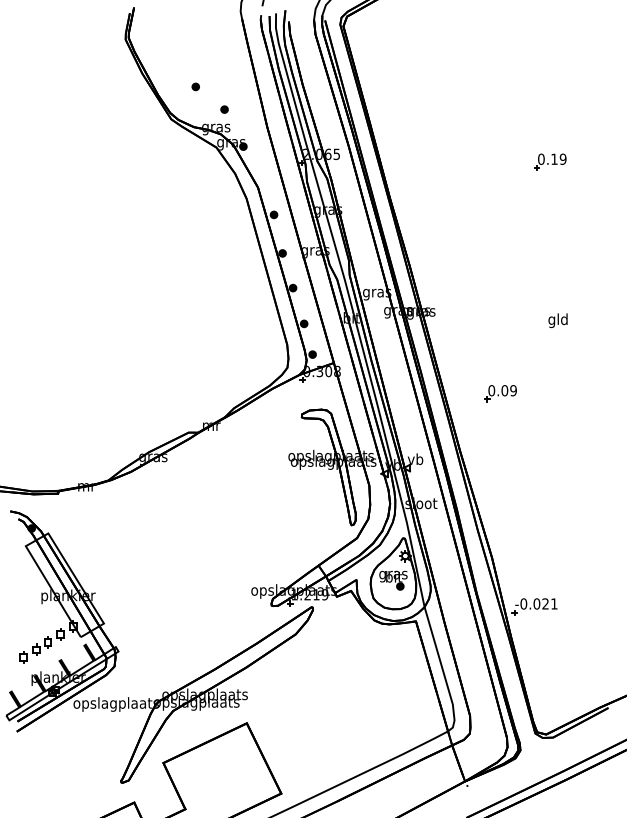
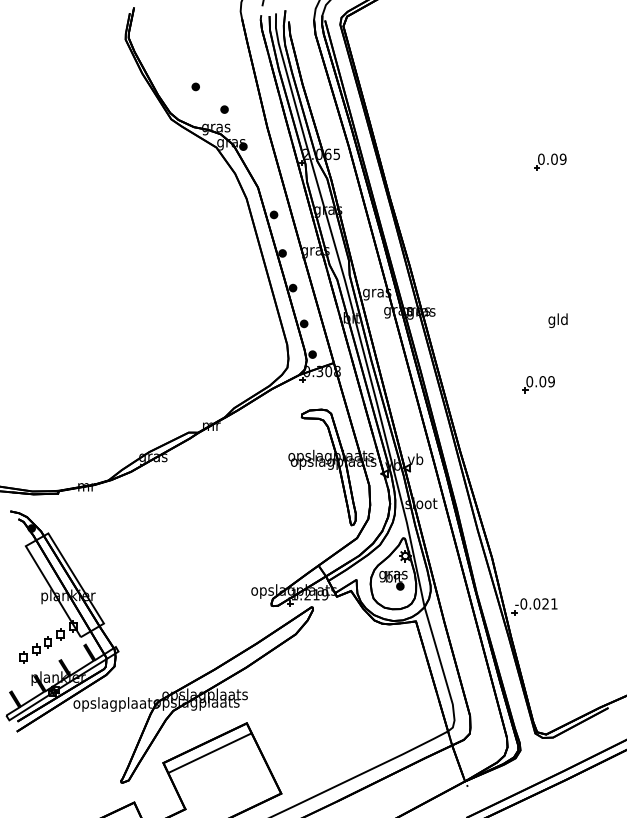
text at (554, 158): 0.19 -> 0.09
part at (500, 393) position: (500, 393) -> (538, 384)
line at (209, 752): none -> present
